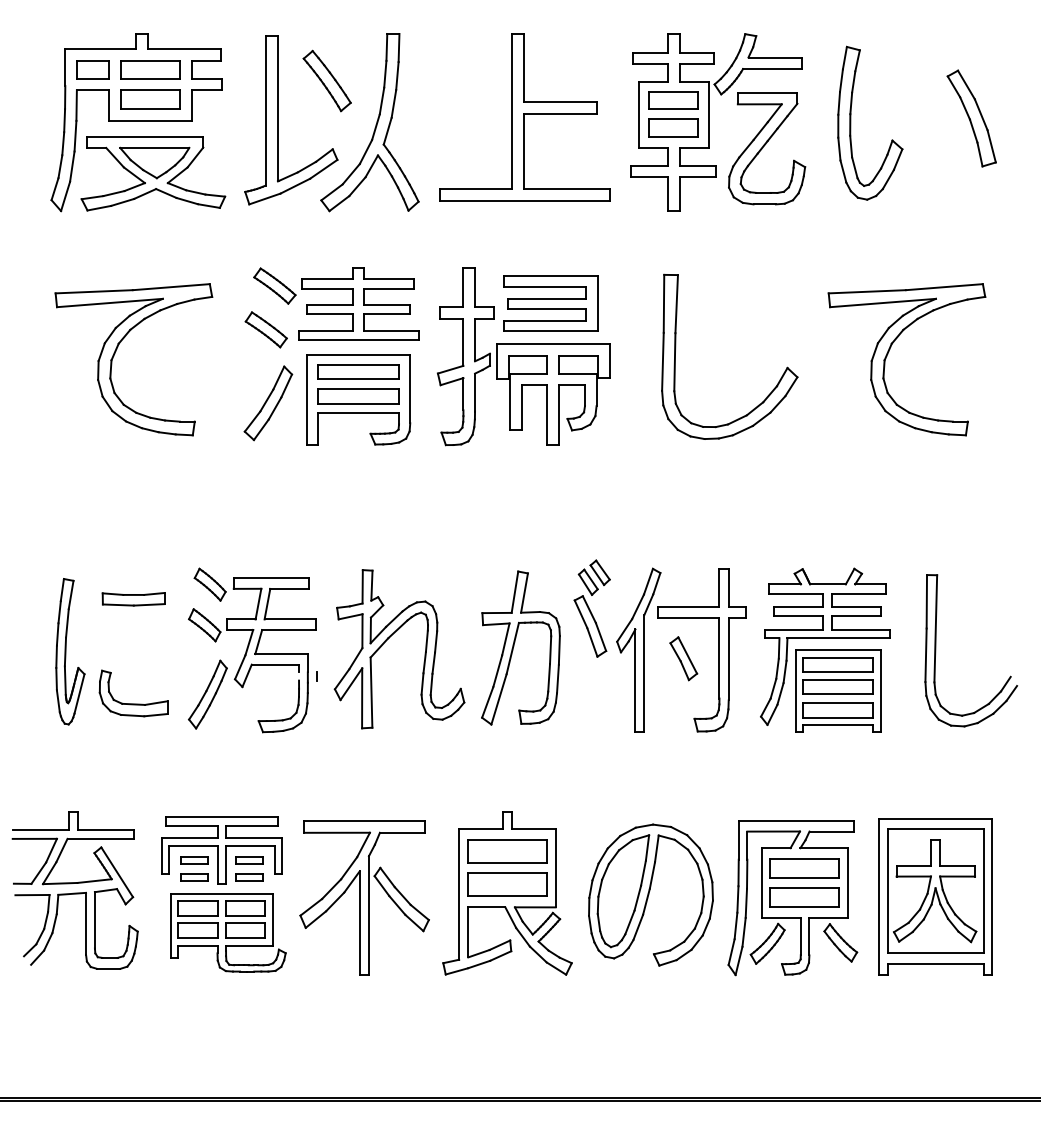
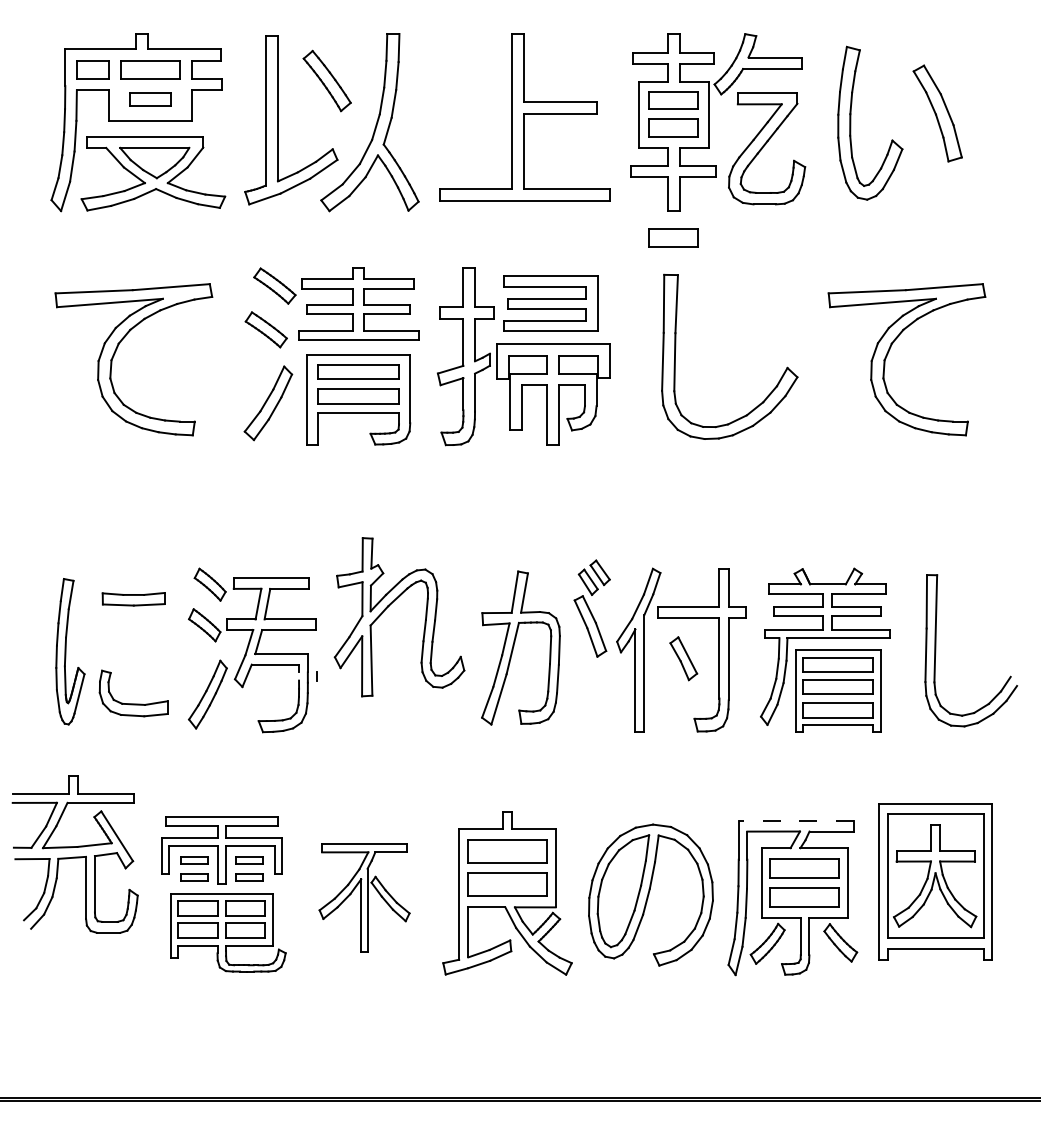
part at (150, 99) size: 61x21 px -> 43x15 px
part at (971, 118) position: (971, 118) -> (937, 113)
part at (673, 237): none -> present
part at (389, 638) position: (389, 638) -> (389, 606)
line at (796, 820): solid -> dashed
part at (74, 890) position: (74, 890) -> (74, 854)
part at (935, 896) position: (935, 896) -> (935, 881)
part at (364, 897) size: 131x156 px -> 93x110 px
